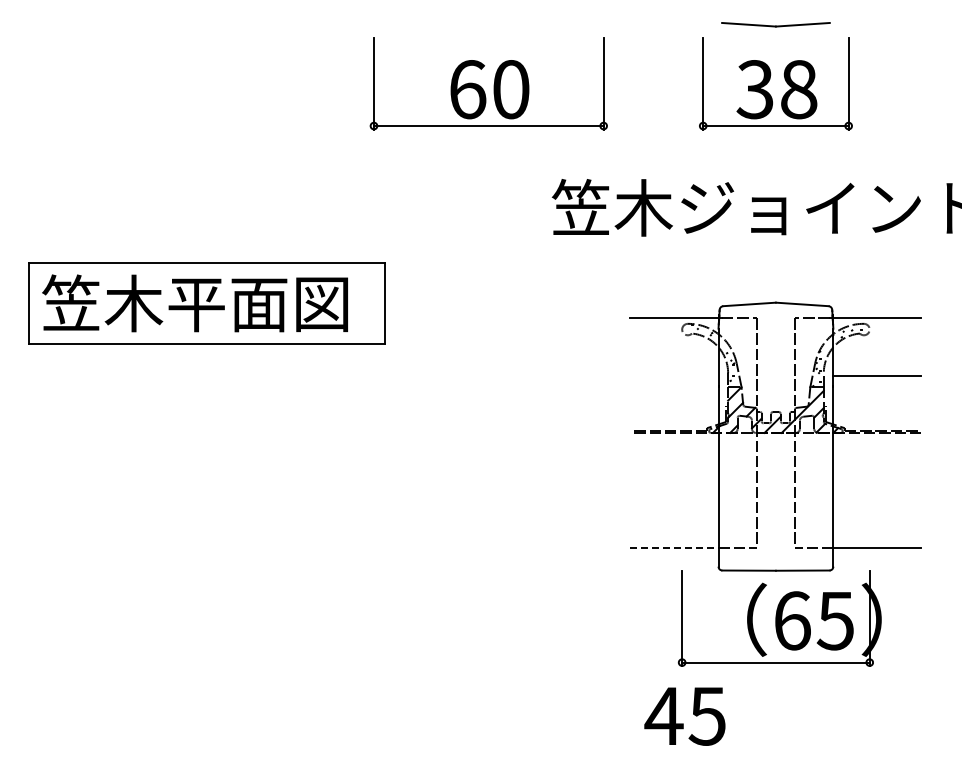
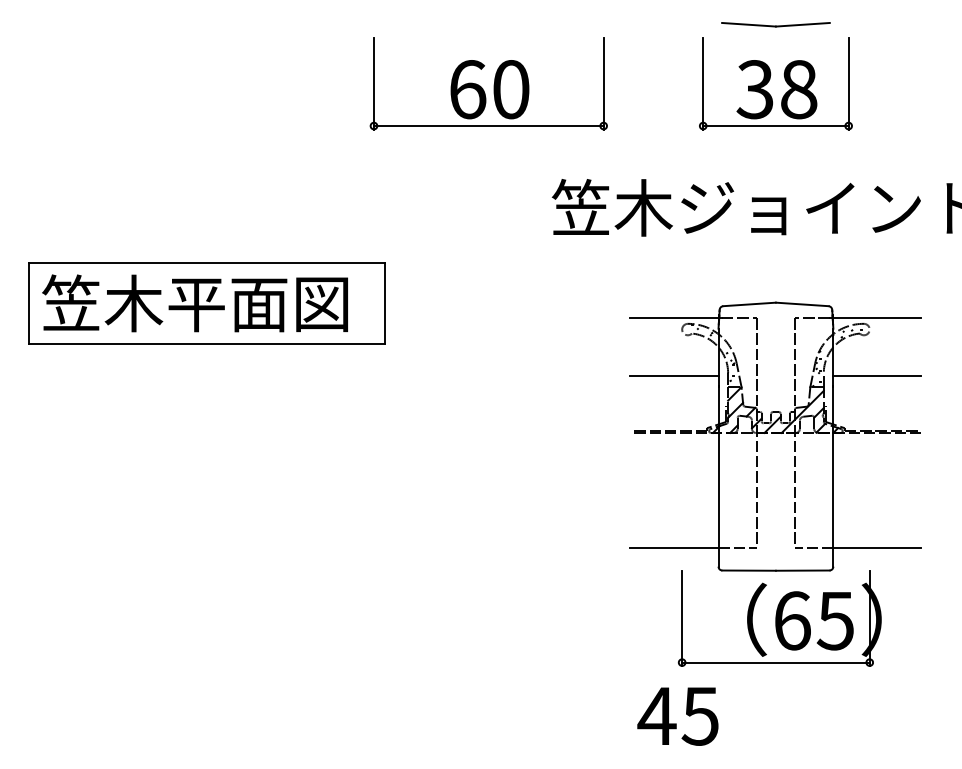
line at (674, 375): none -> present
line at (674, 547): dashed -> solid
text at (684, 716) position: (684, 716) -> (677, 716)
